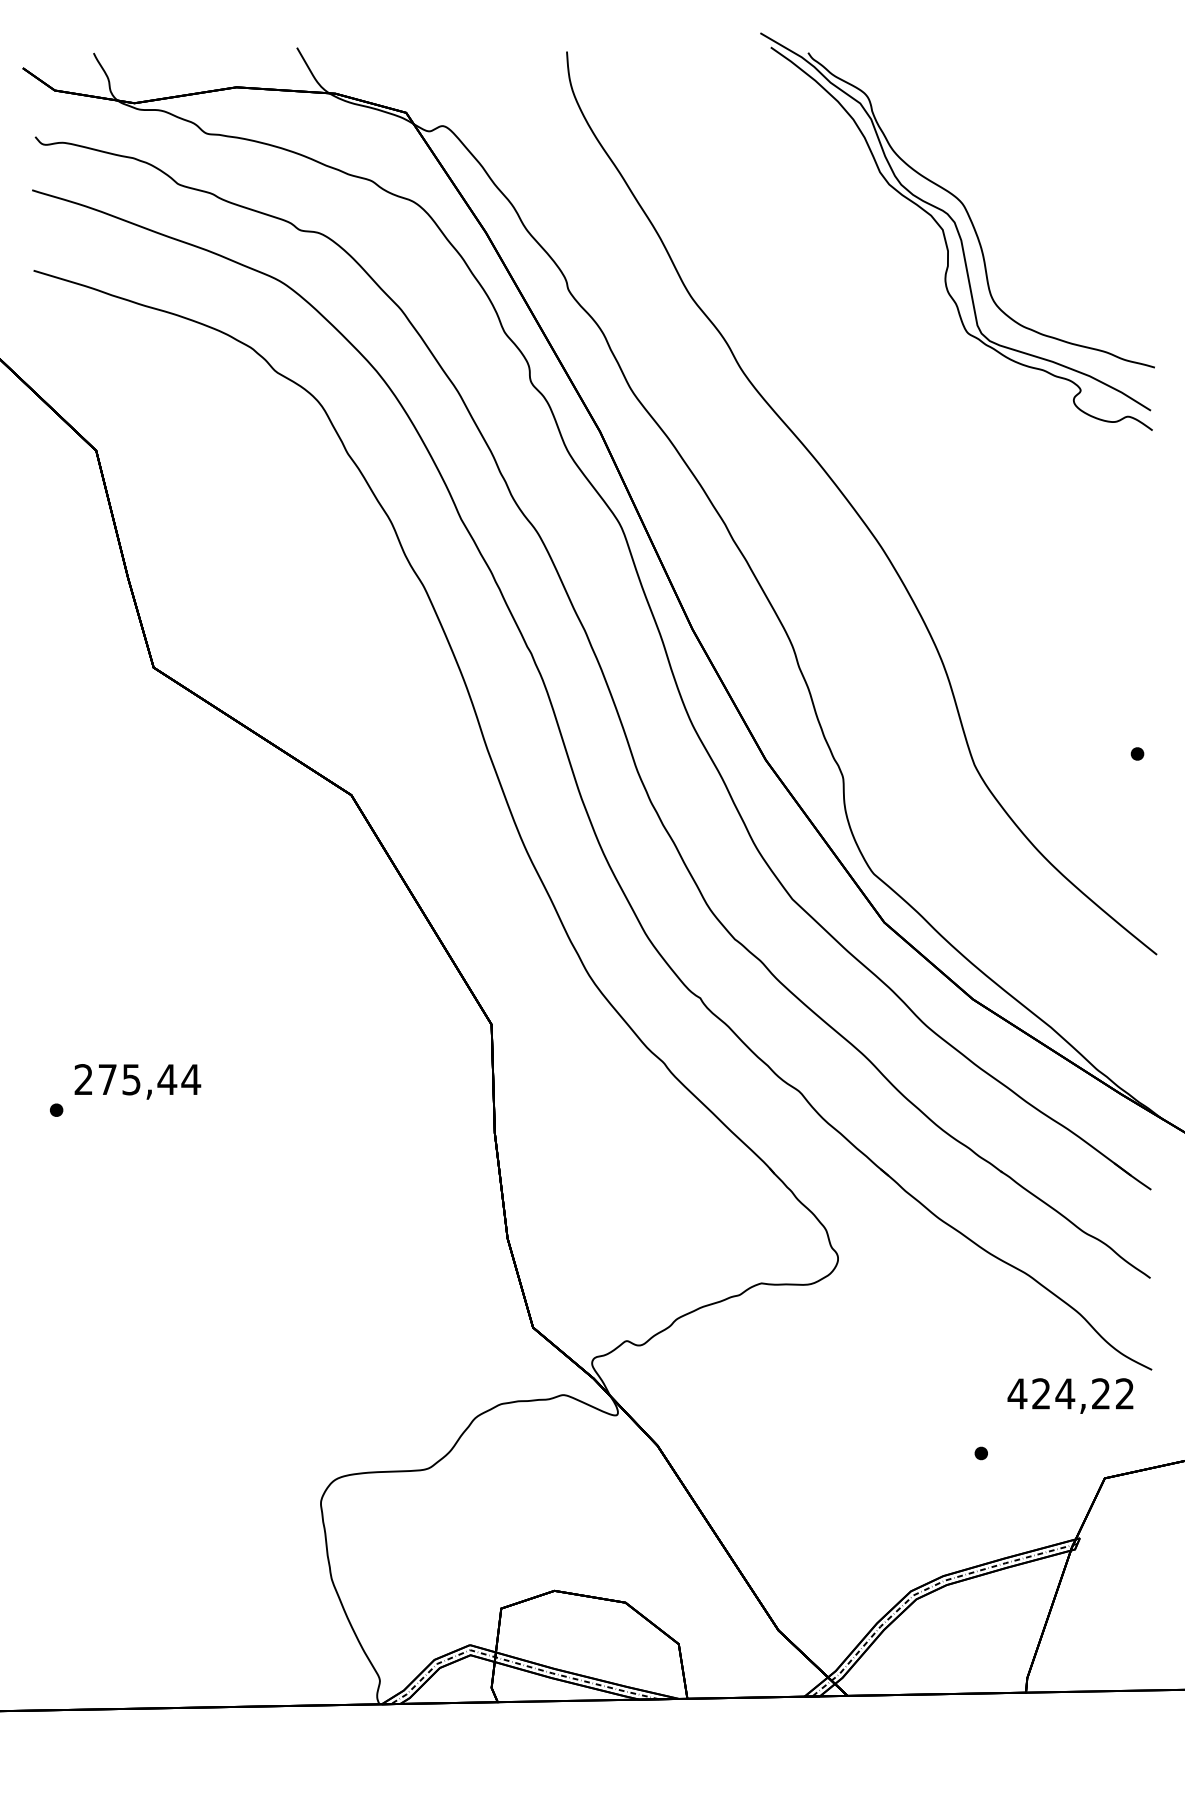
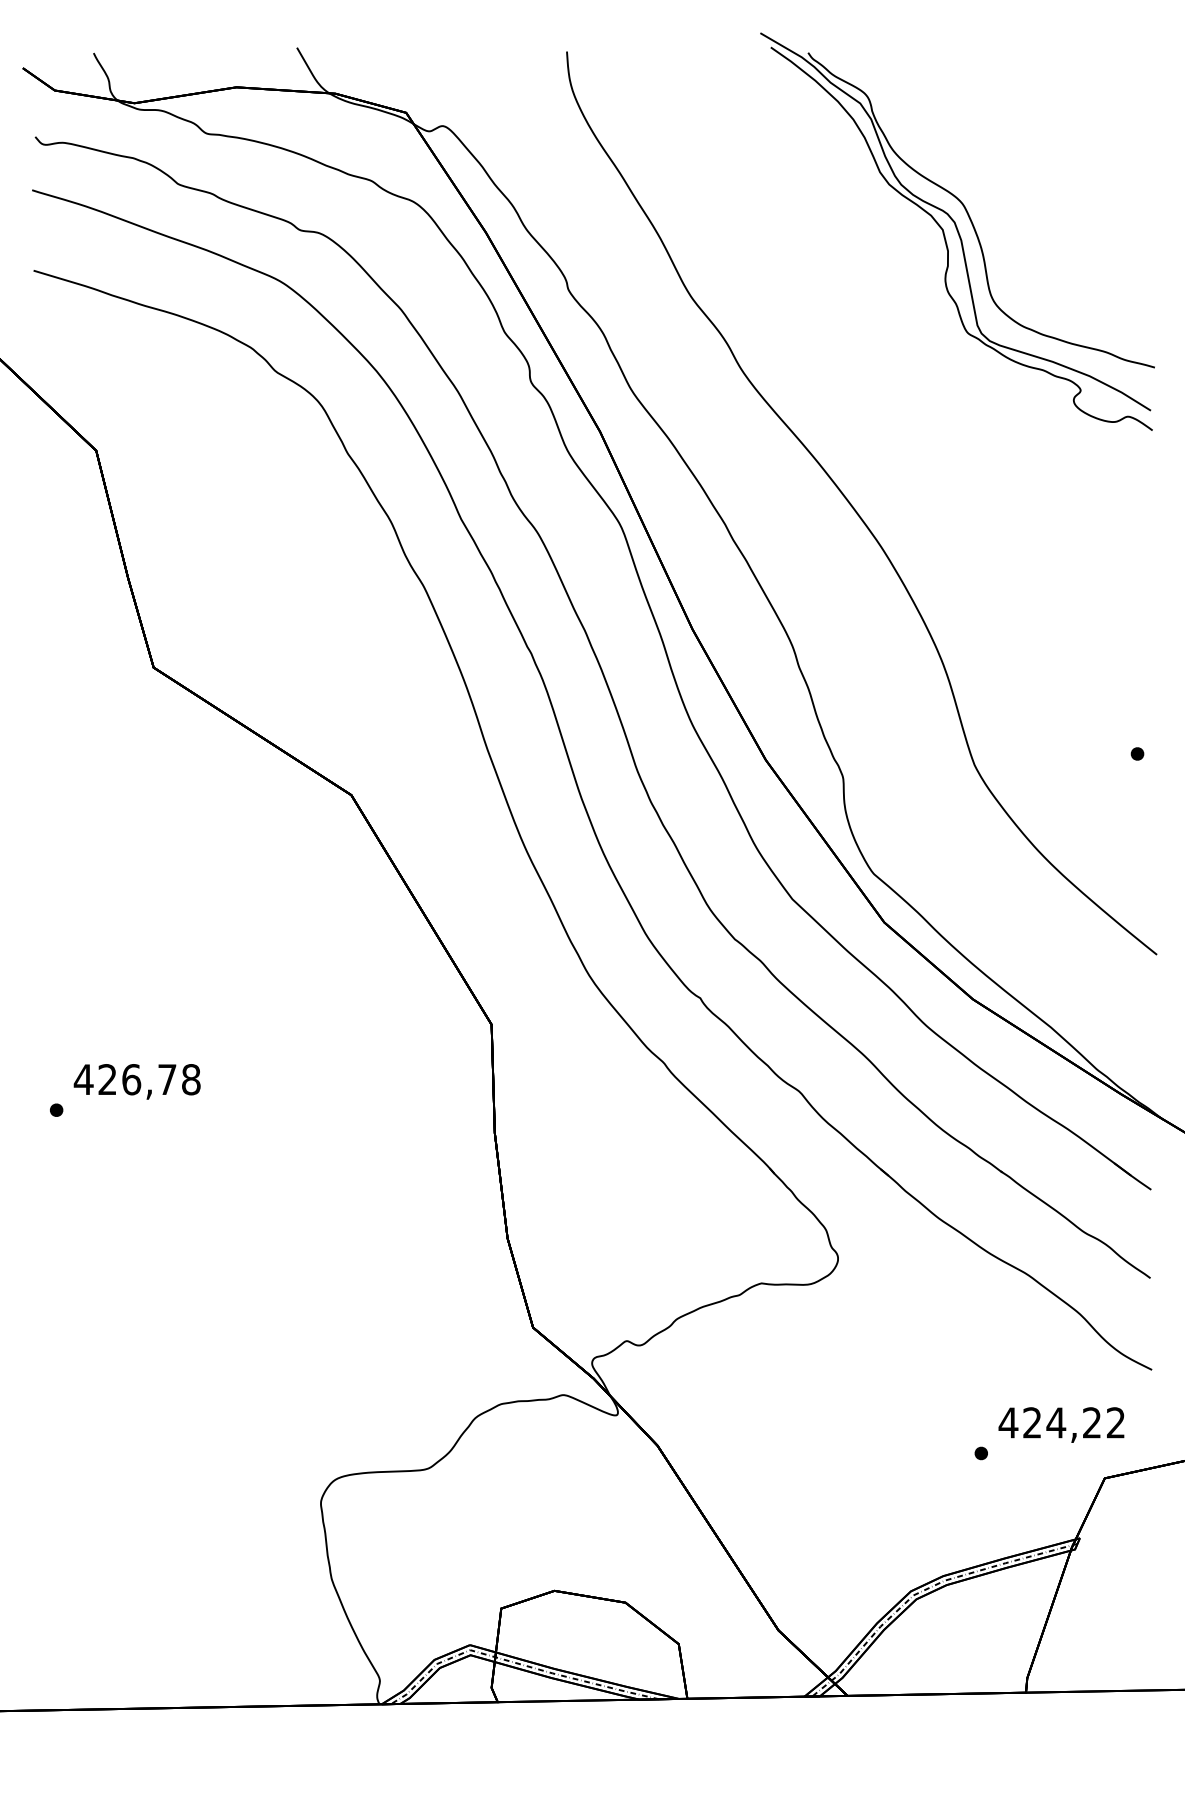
text at (137, 1079): 275,44 -> 426,78
text at (1070, 1395) position: (1070, 1395) -> (1061, 1424)
